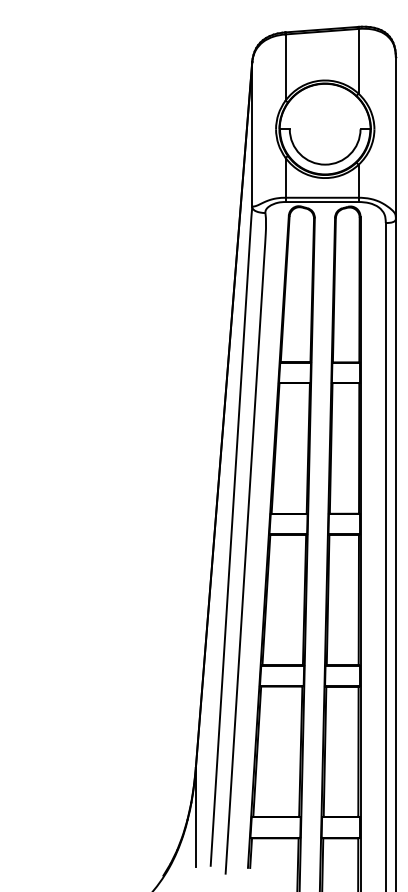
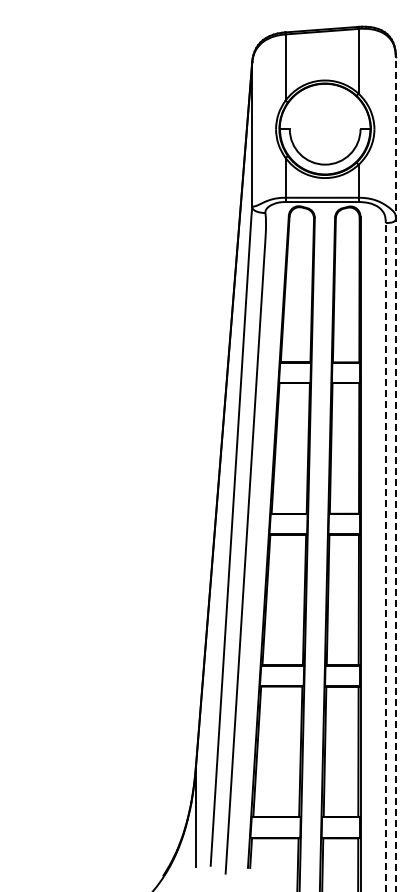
line at (395, 474): solid -> dashed
line at (385, 557): solid -> dashed
